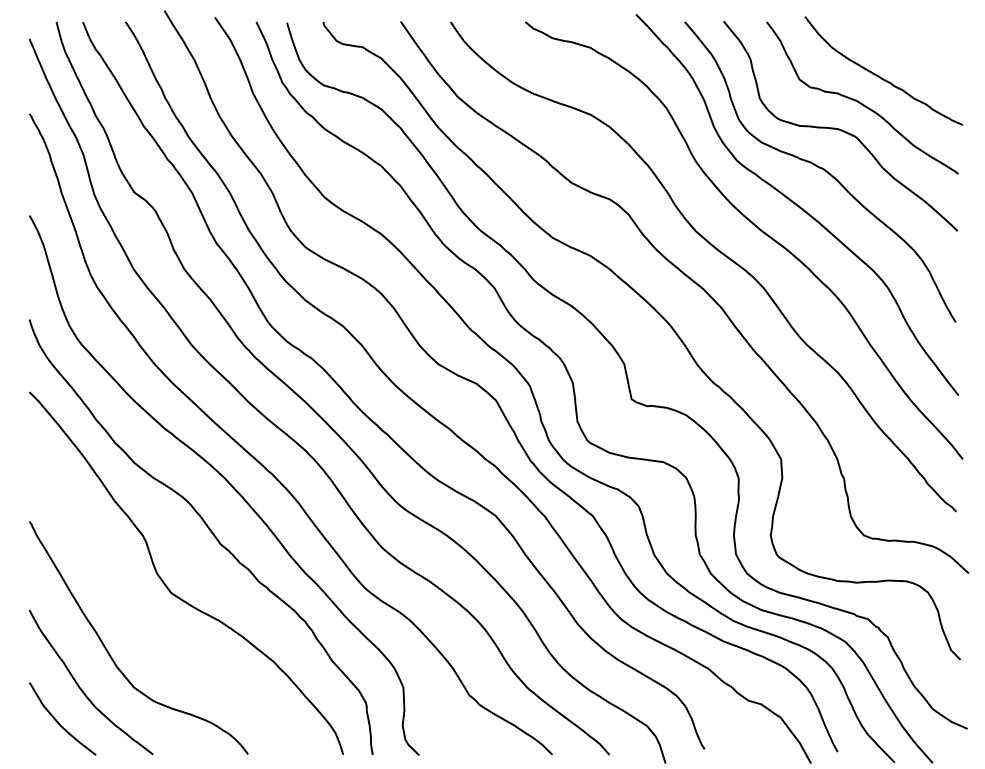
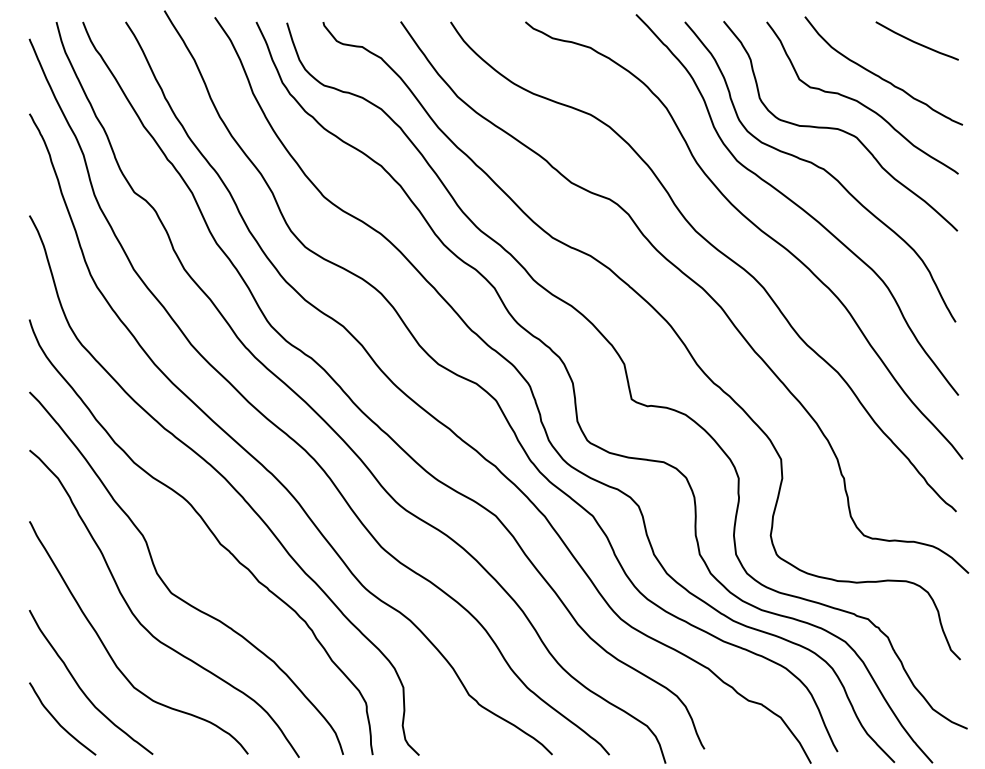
curve at (915, 41): none -> present
curve at (139, 620): none -> present
